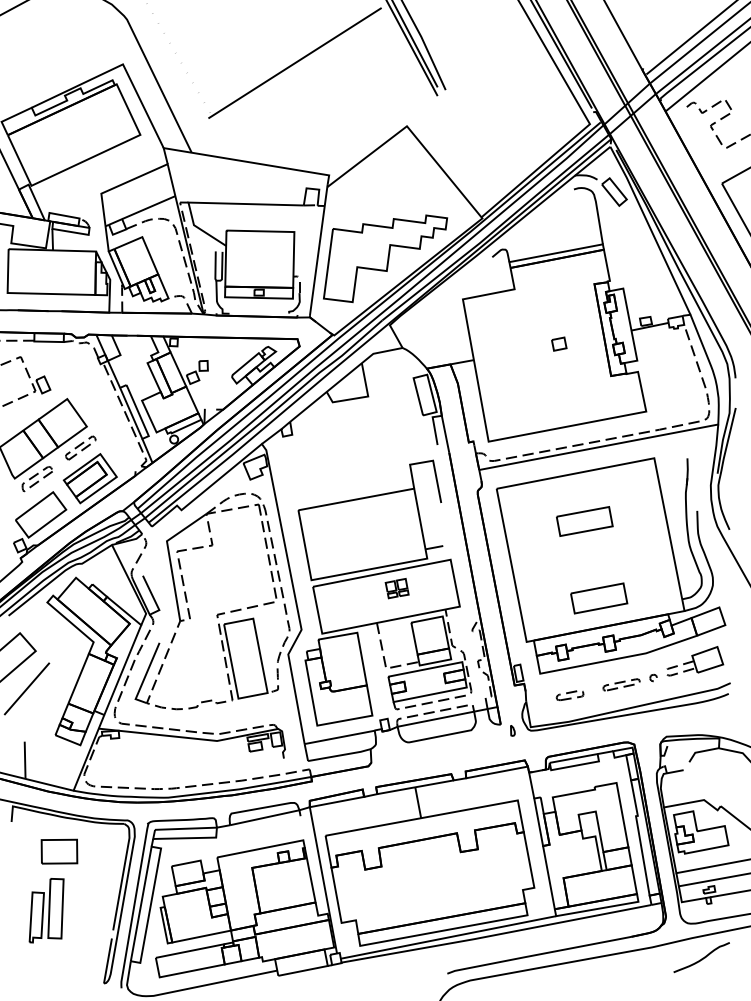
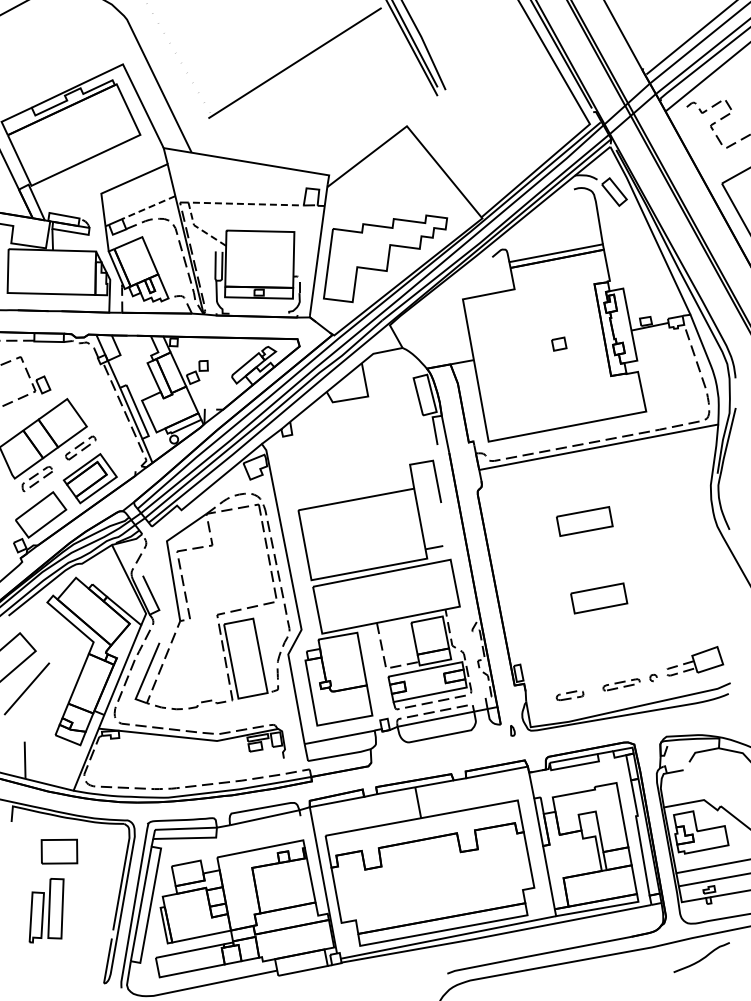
line at (214, 203): solid -> dashed
line at (148, 207): solid -> dashed
part at (610, 565): present -> none
part at (396, 588): present -> none
